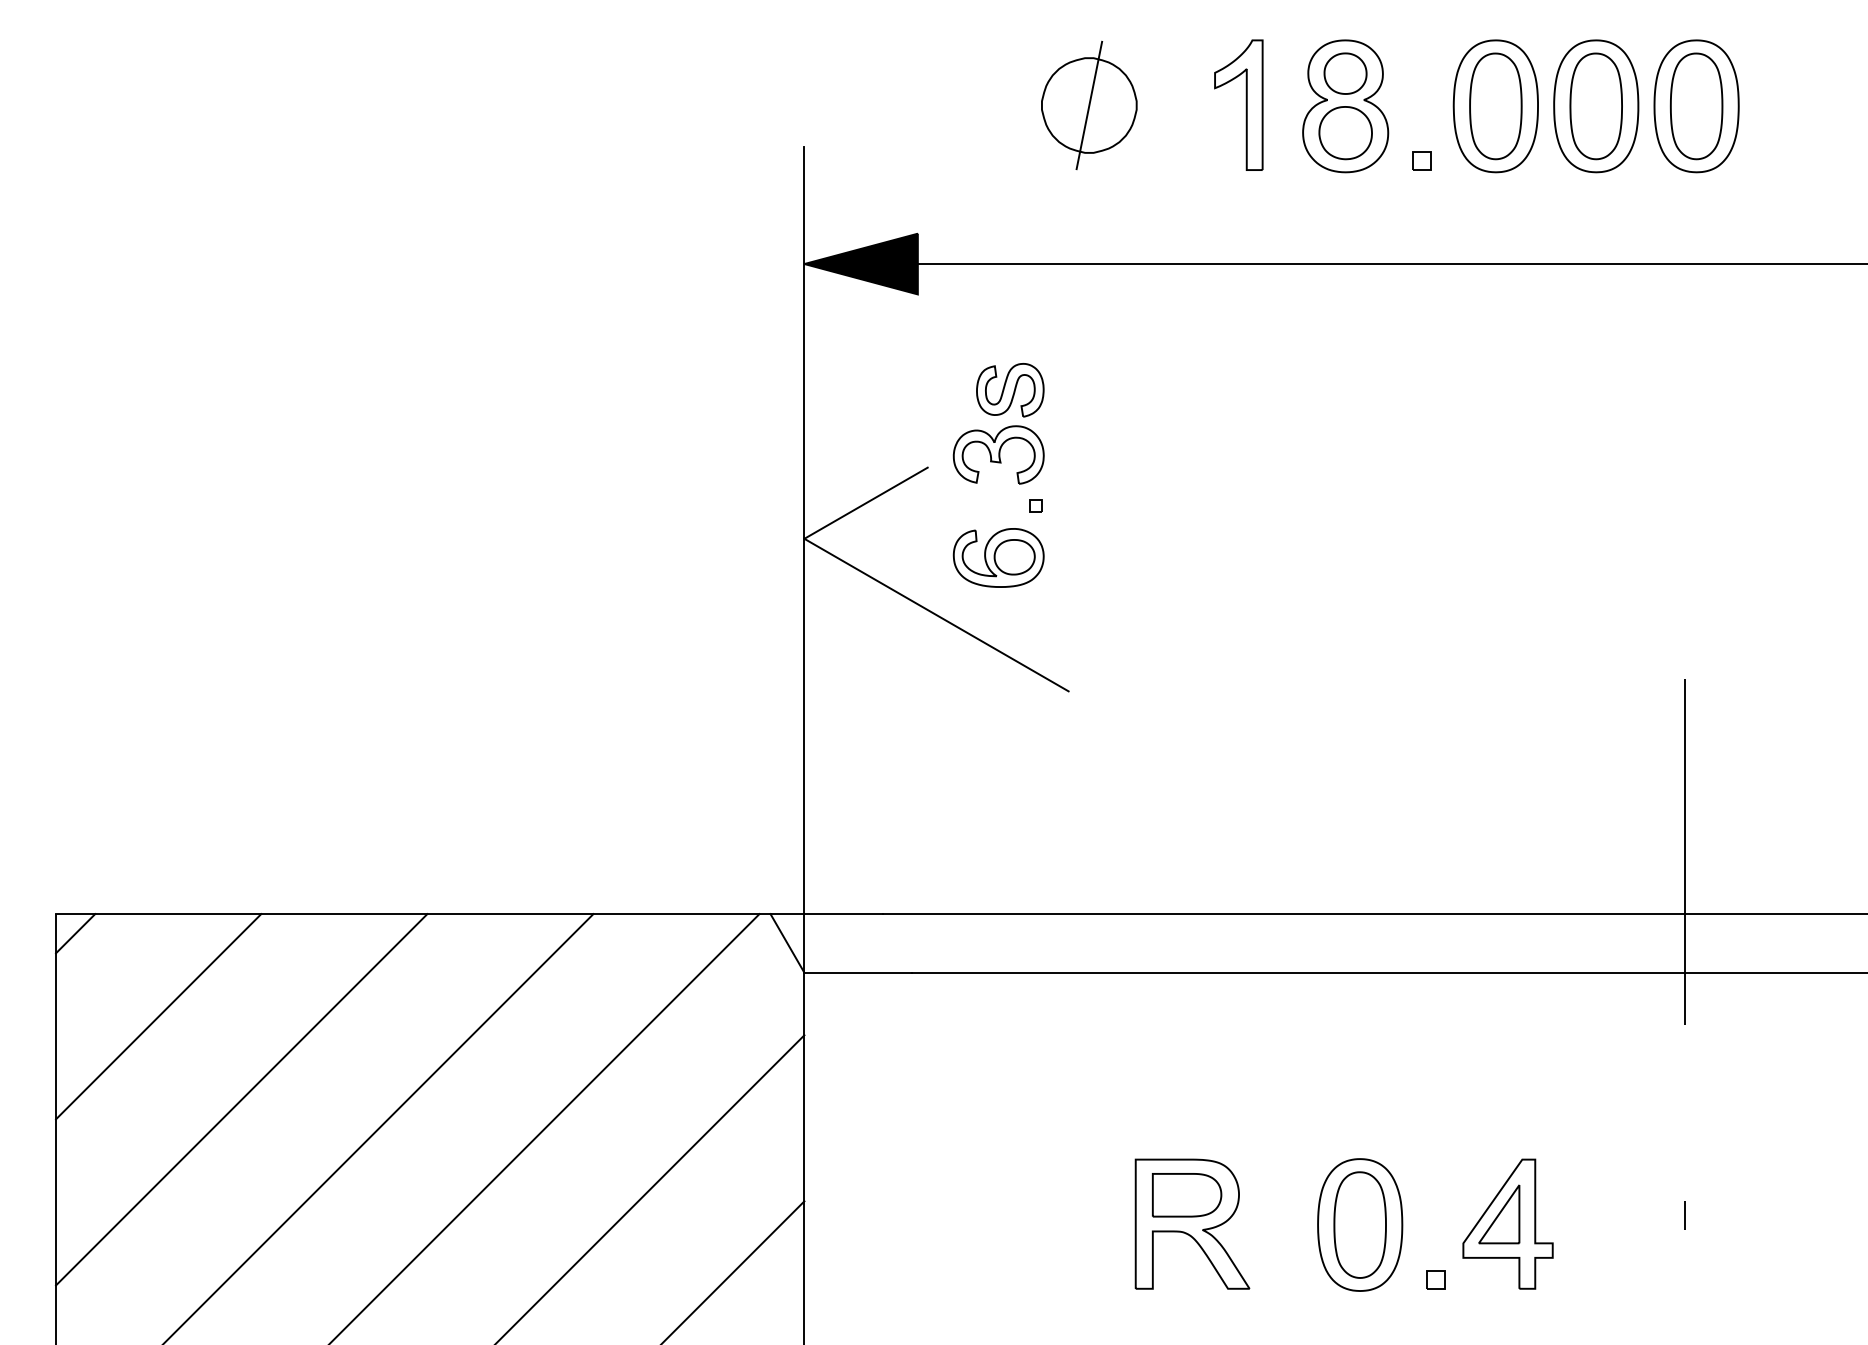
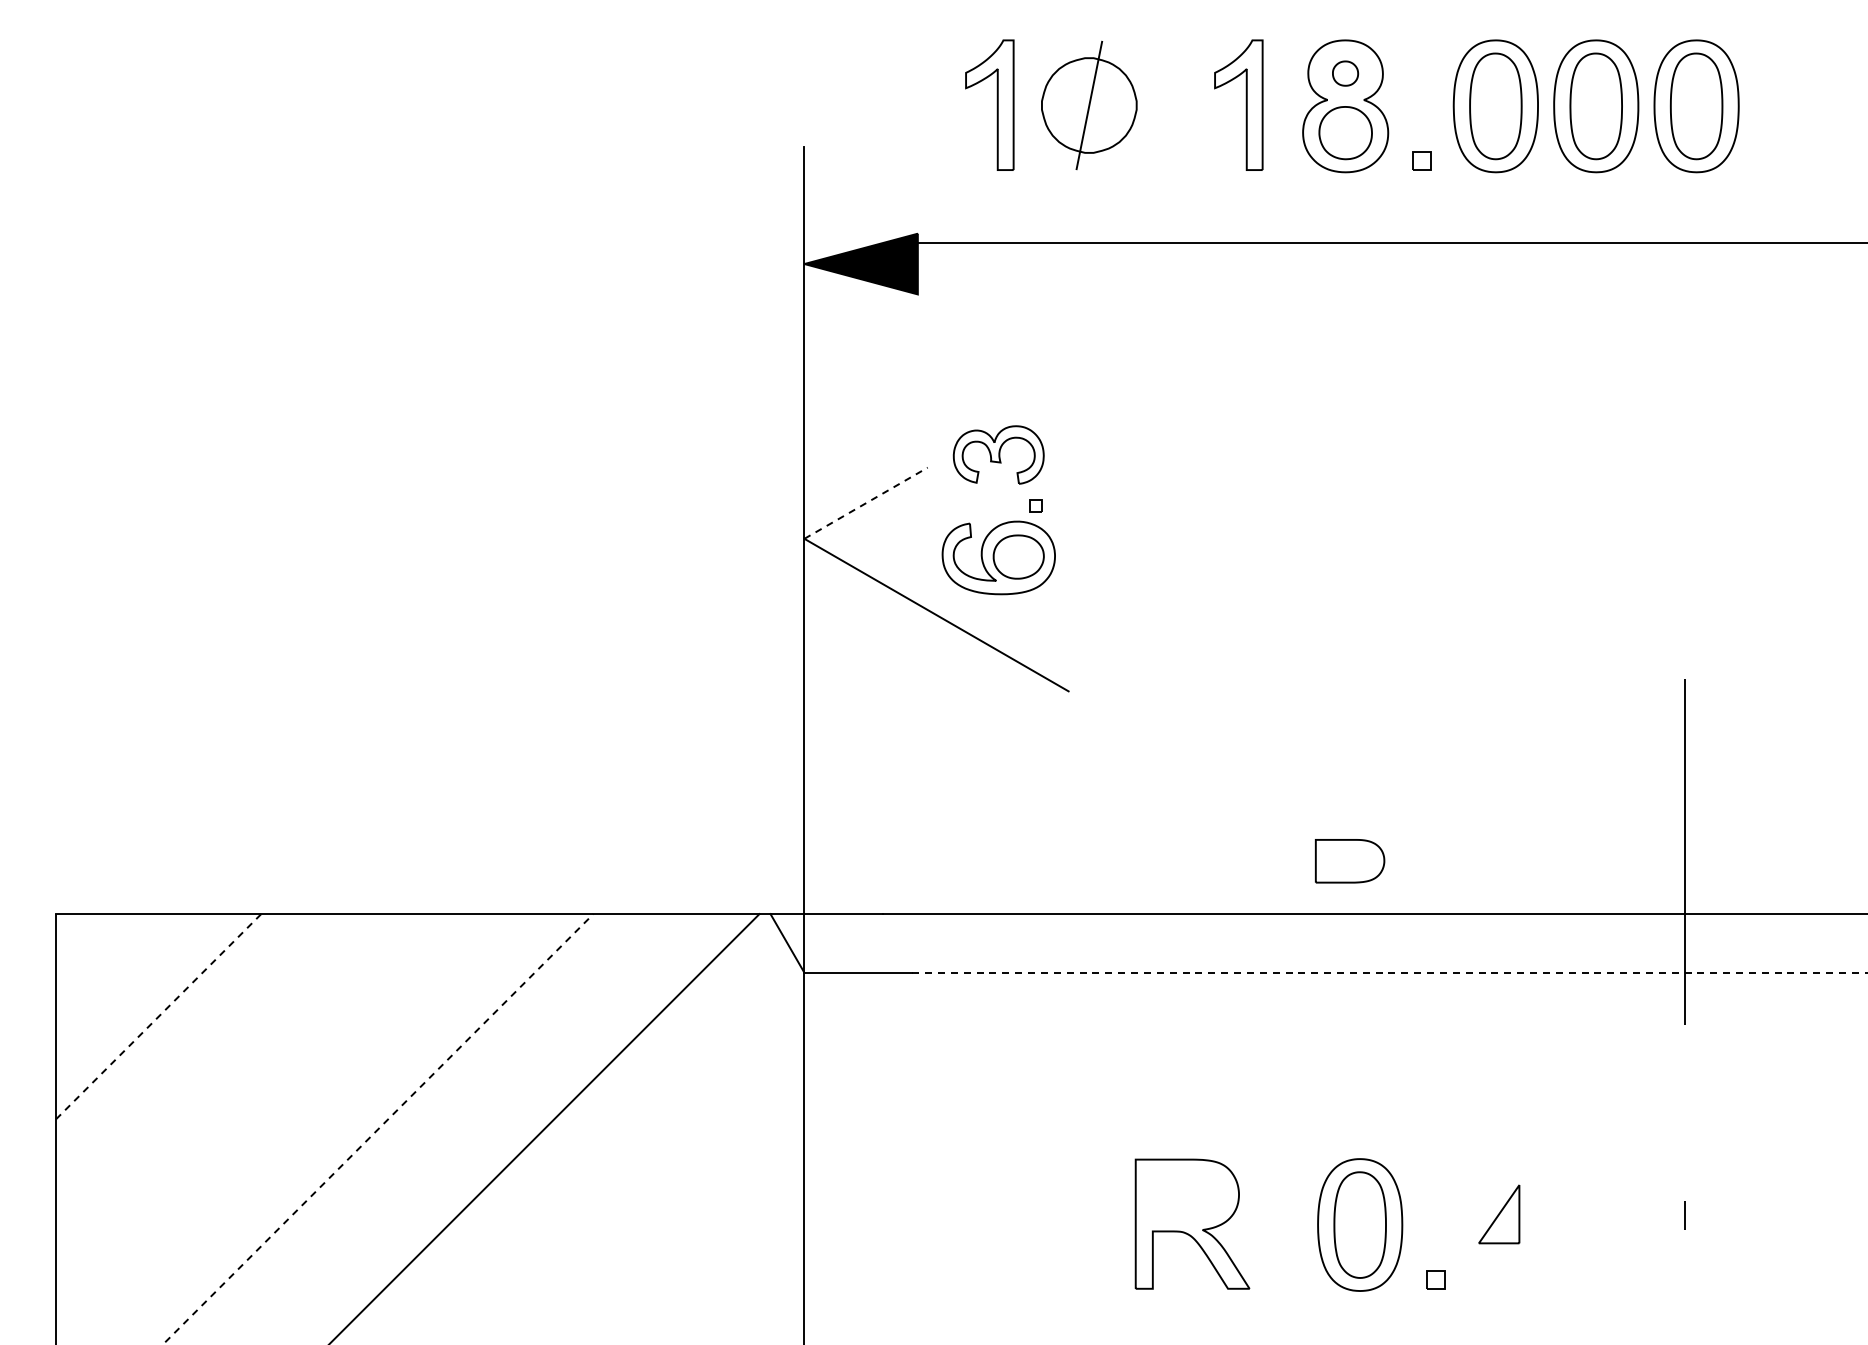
part at (1345, 73) size: 45x43 px -> 28x27 px
part at (996, 104): none -> present
line at (1390, 264) position: (1390, 264) -> (1390, 243)
part at (1010, 390): present -> none
line at (866, 503): solid -> dashed
part at (998, 557) size: 93x60 px -> 115x76 px
line at (75, 933): present -> none
line at (1390, 972): solid -> dashed
line at (159, 1016): solid -> dashed
line at (241, 1099): present -> none
line at (378, 1129): solid -> dashed
line at (651, 1188): present -> none
part at (1187, 1195) position: (1187, 1195) -> (1350, 861)
part at (1507, 1223): present -> none
line at (734, 1271): present -> none
